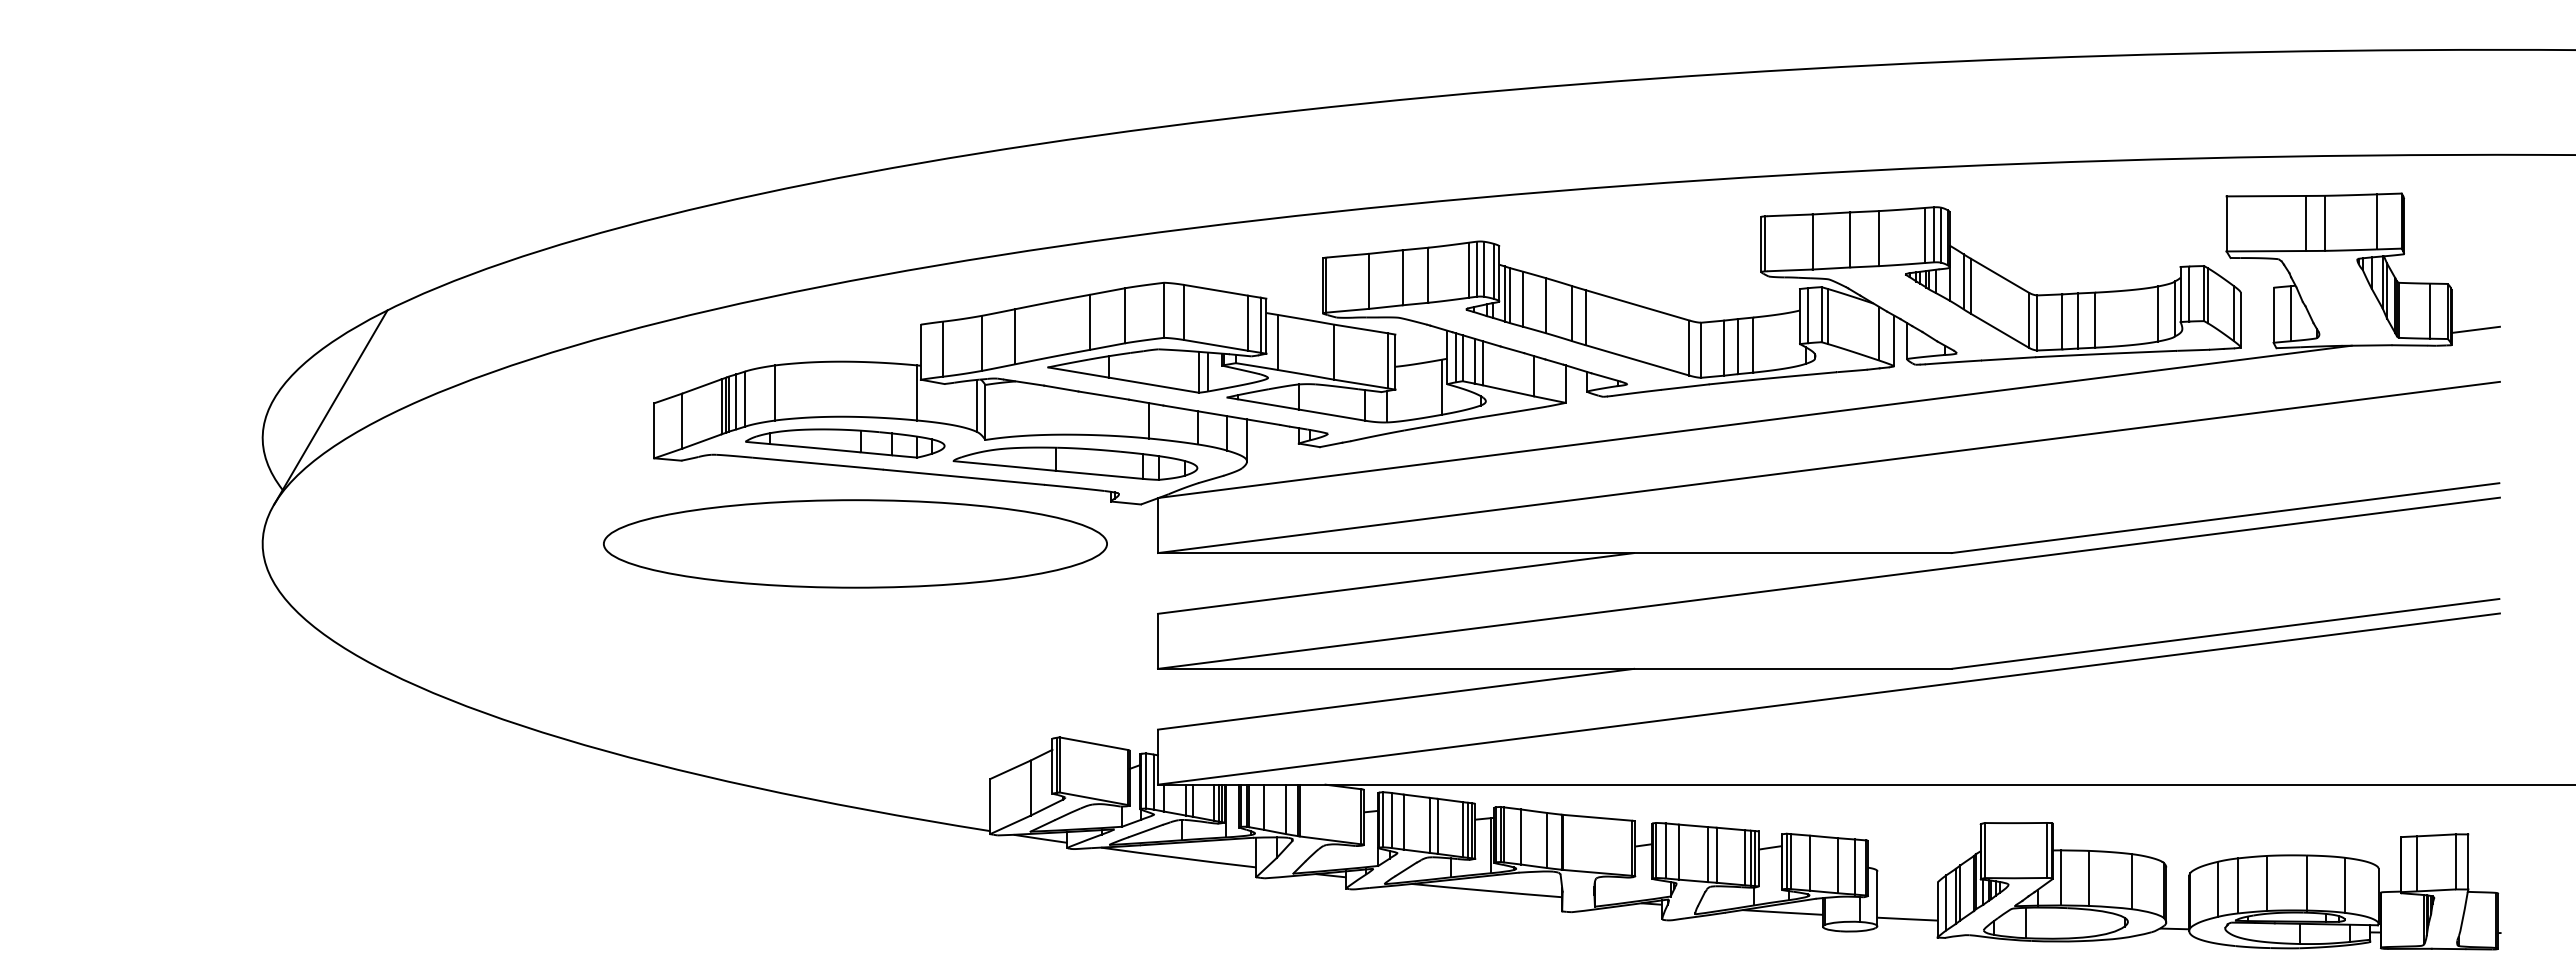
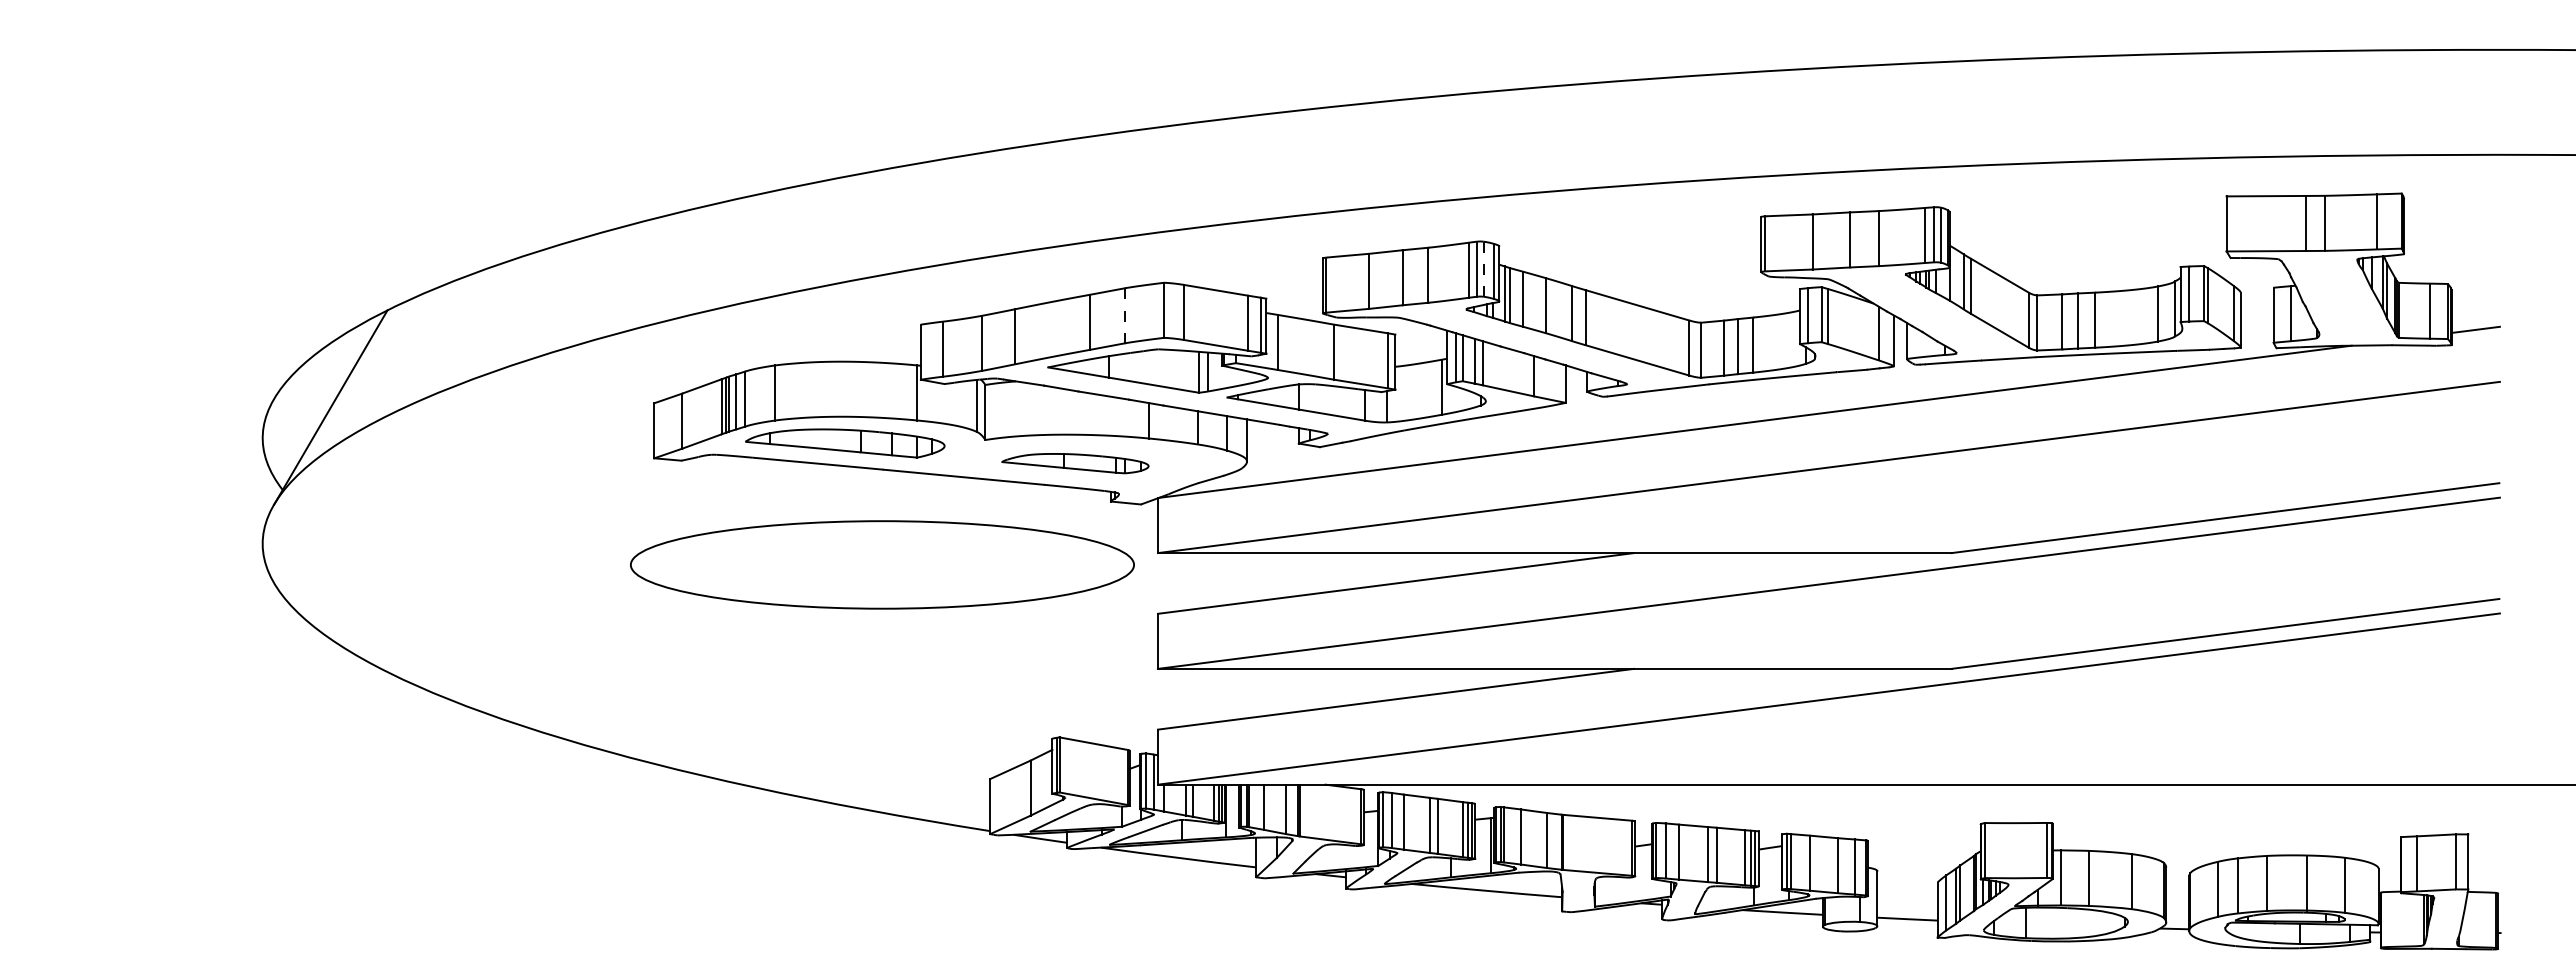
line at (1483, 269): solid -> dashed
line at (1124, 315): solid -> dashed
part at (1075, 463) size: 247x35 px -> 149x22 px
part at (855, 543) position: (855, 543) -> (882, 564)
